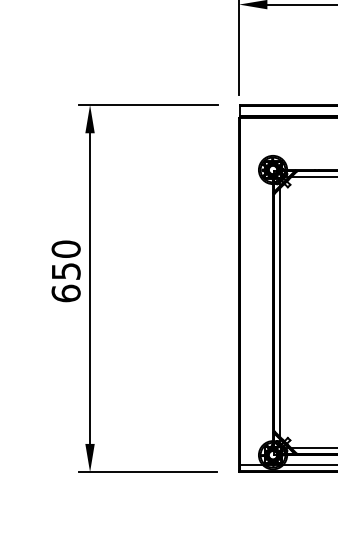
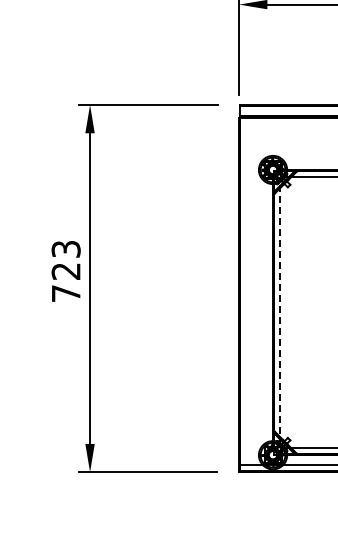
text at (65, 271): 650 -> 723
line at (280, 312): solid -> dashed
